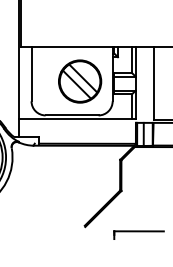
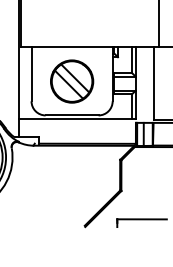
line at (158, 24): none -> present
part at (80, 81) position: (80, 81) -> (72, 81)
part at (138, 234) position: (138, 234) -> (141, 222)
